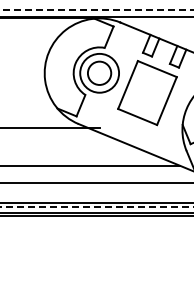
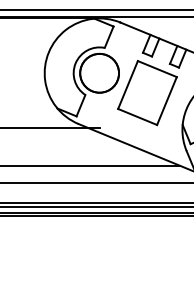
line at (96, 10): dashed -> solid
circle at (99, 72) diameter: 23 px -> 39 px
line at (97, 207): dashed -> solid
